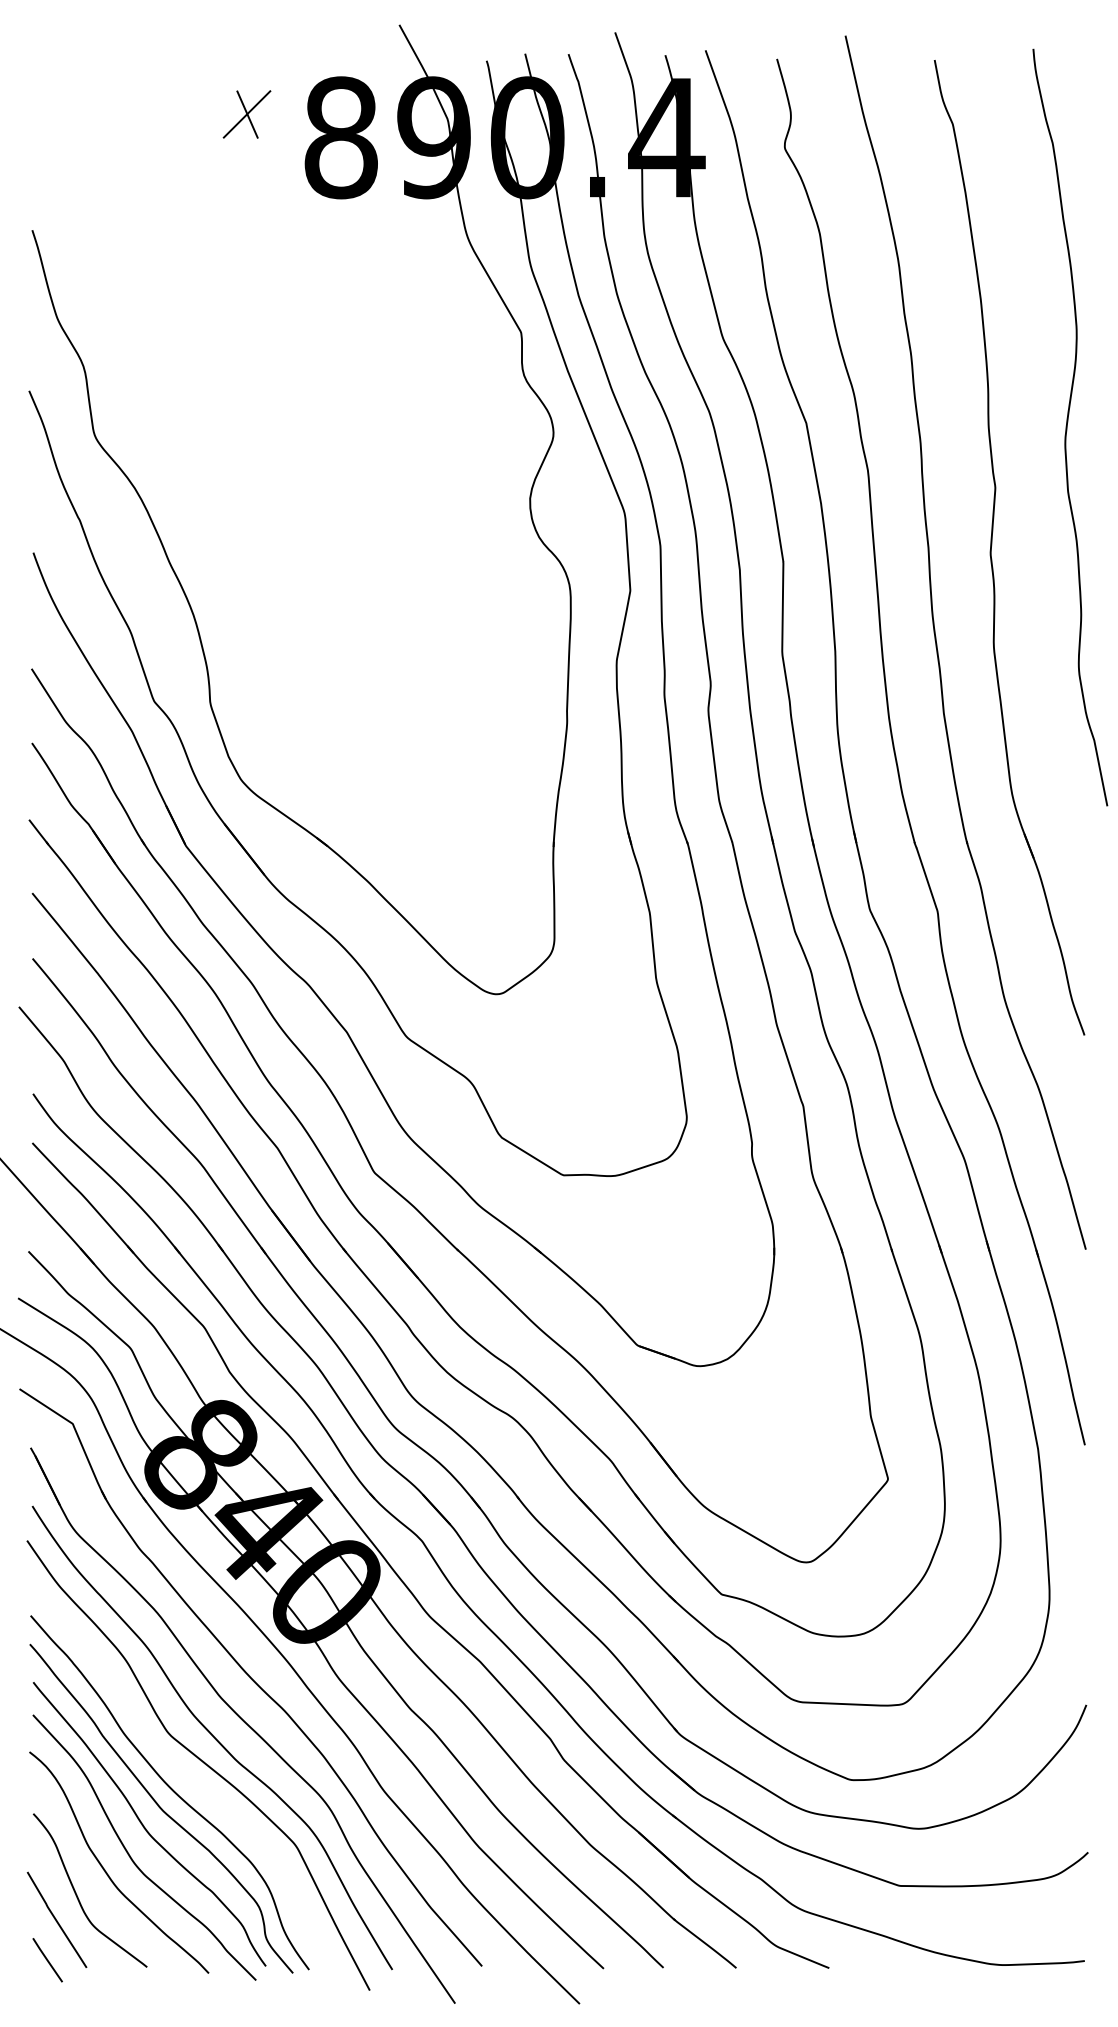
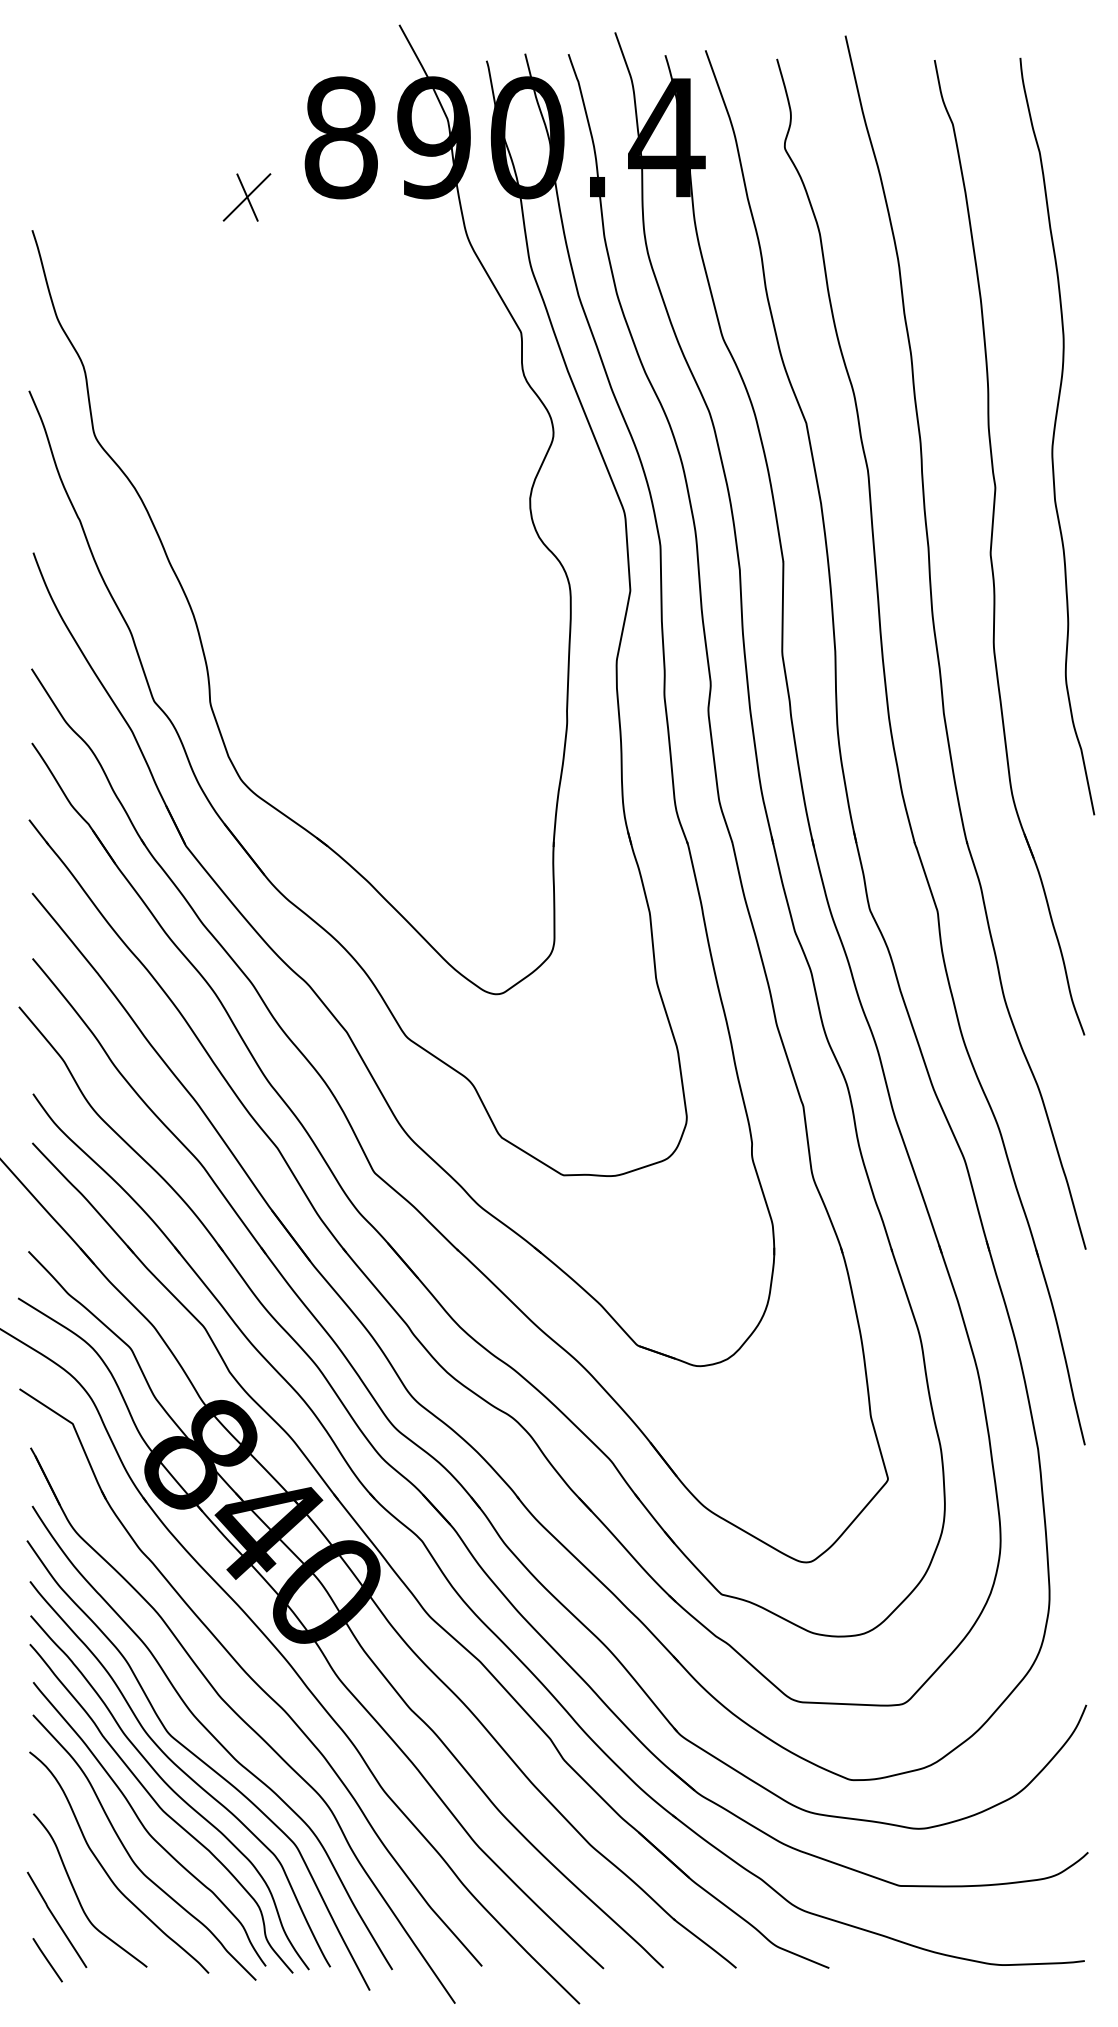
part at (246, 114) position: (246, 114) -> (246, 197)
curve at (1067, 427) position: (1067, 427) -> (1054, 436)
curve at (181, 1771): none -> present
